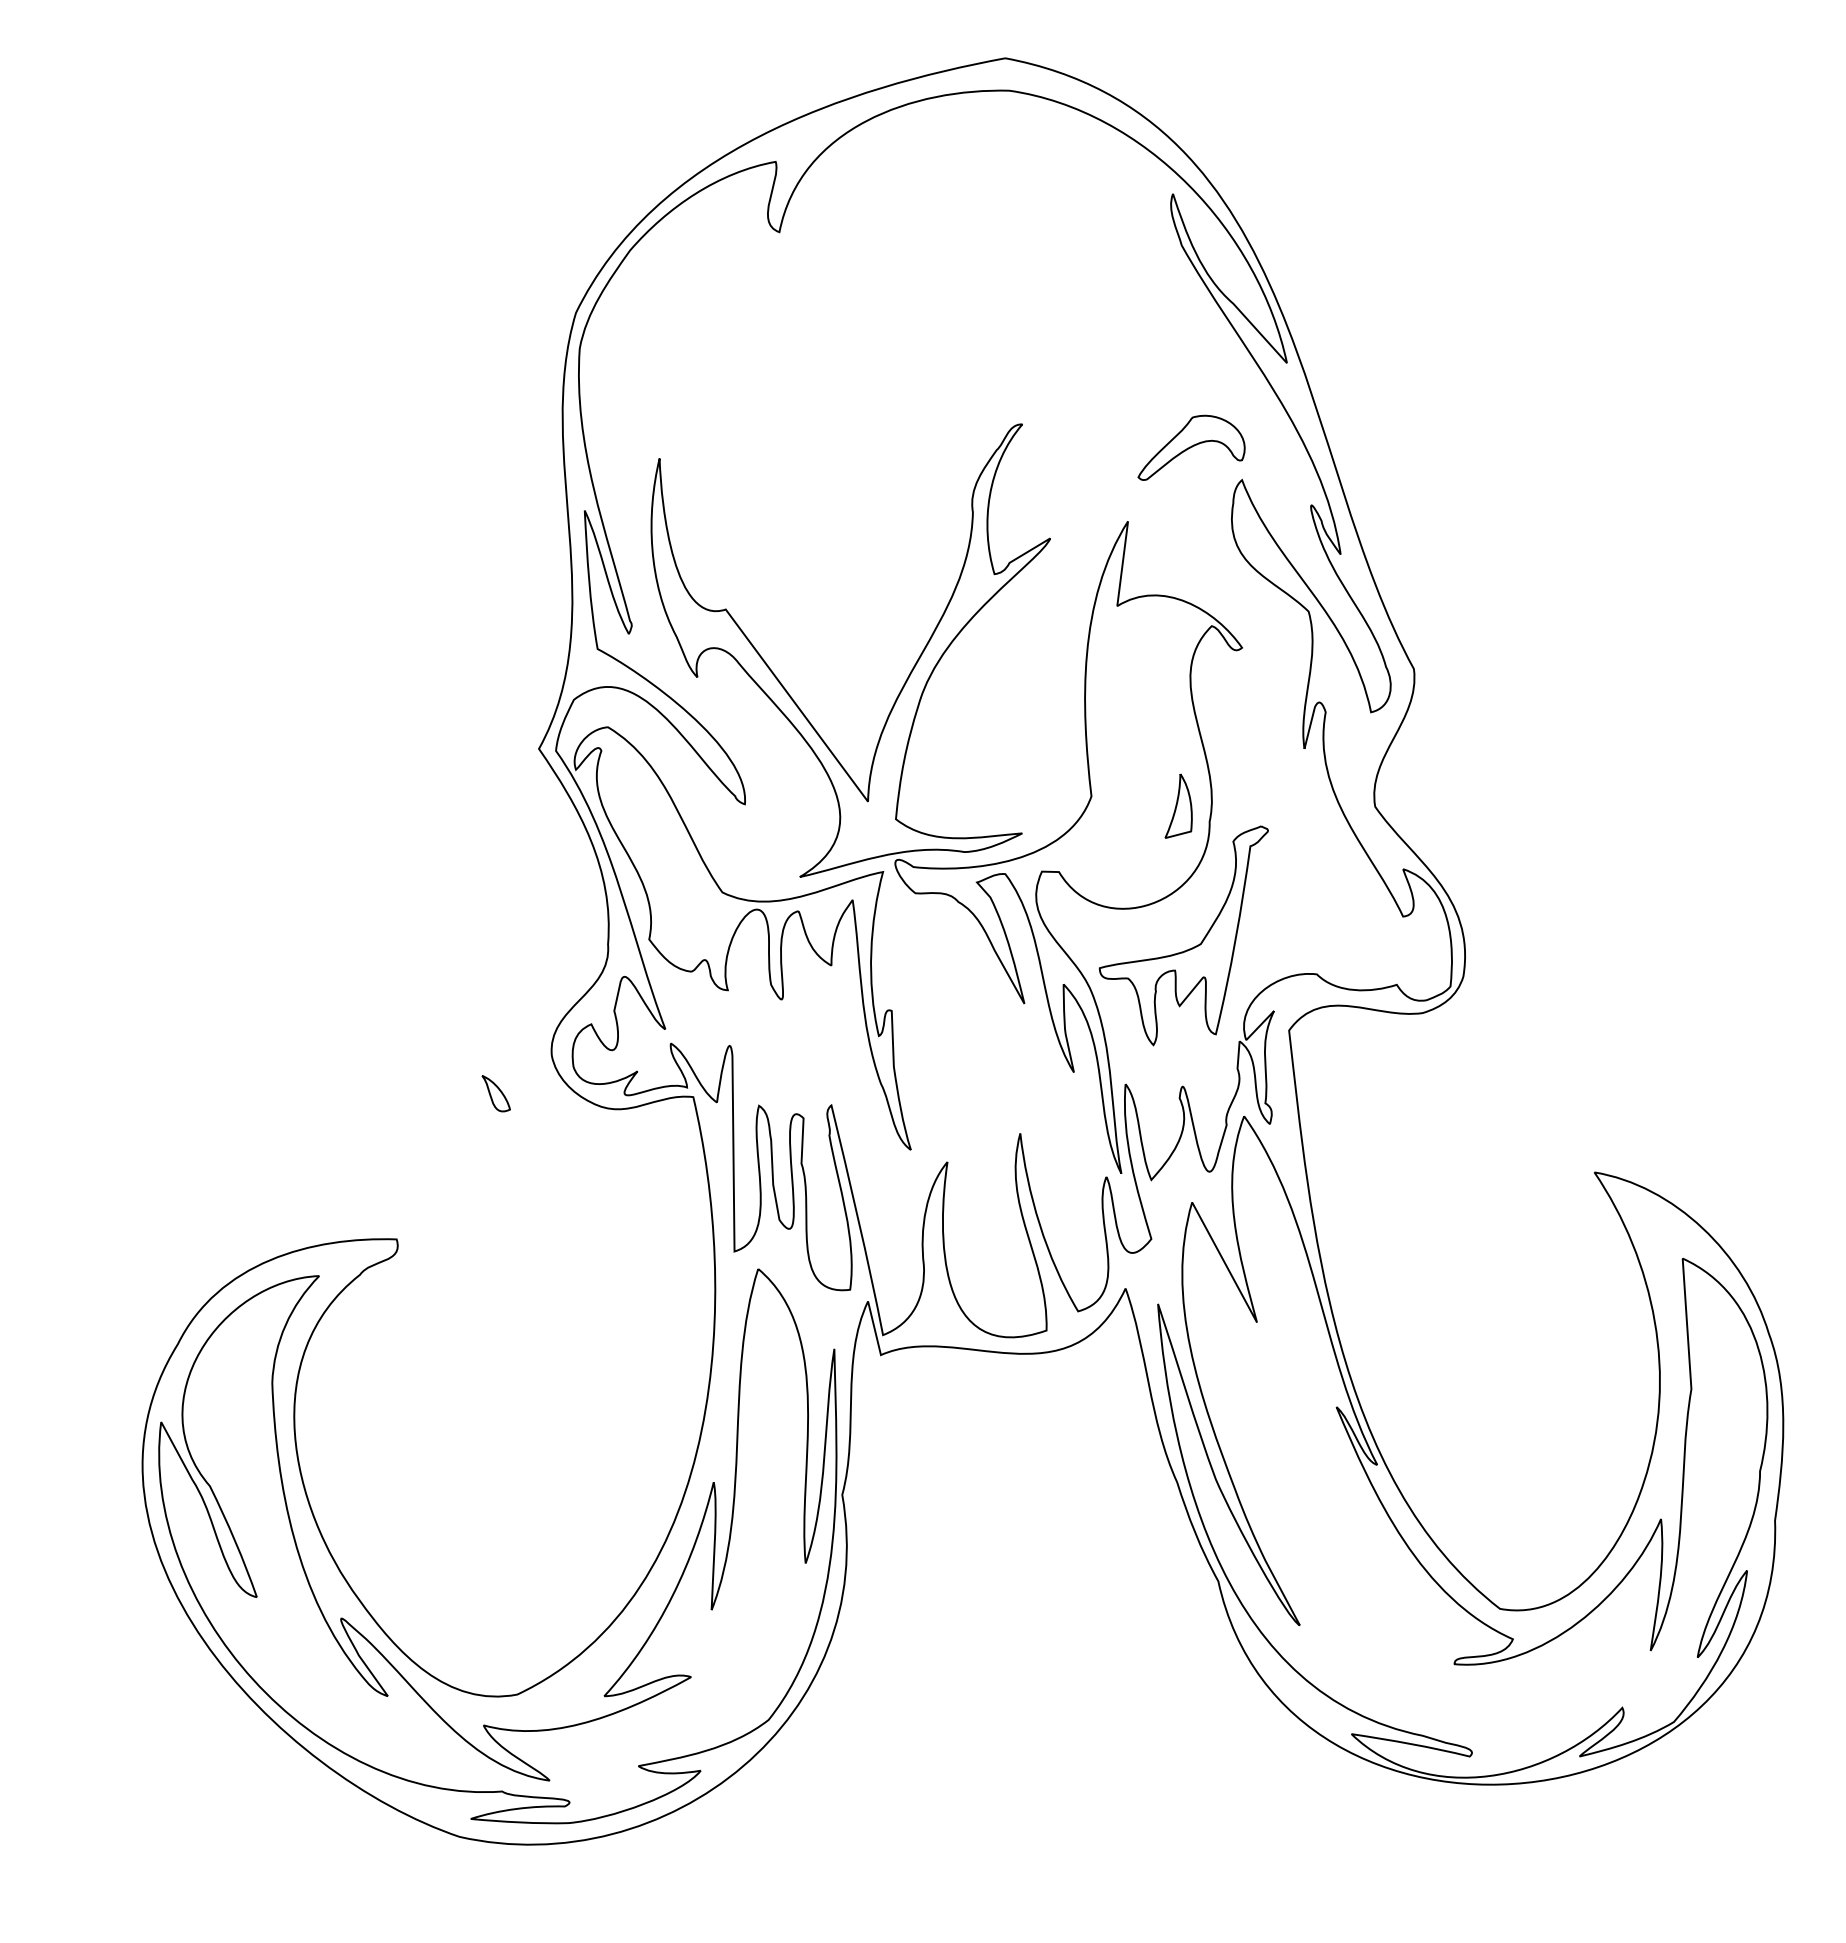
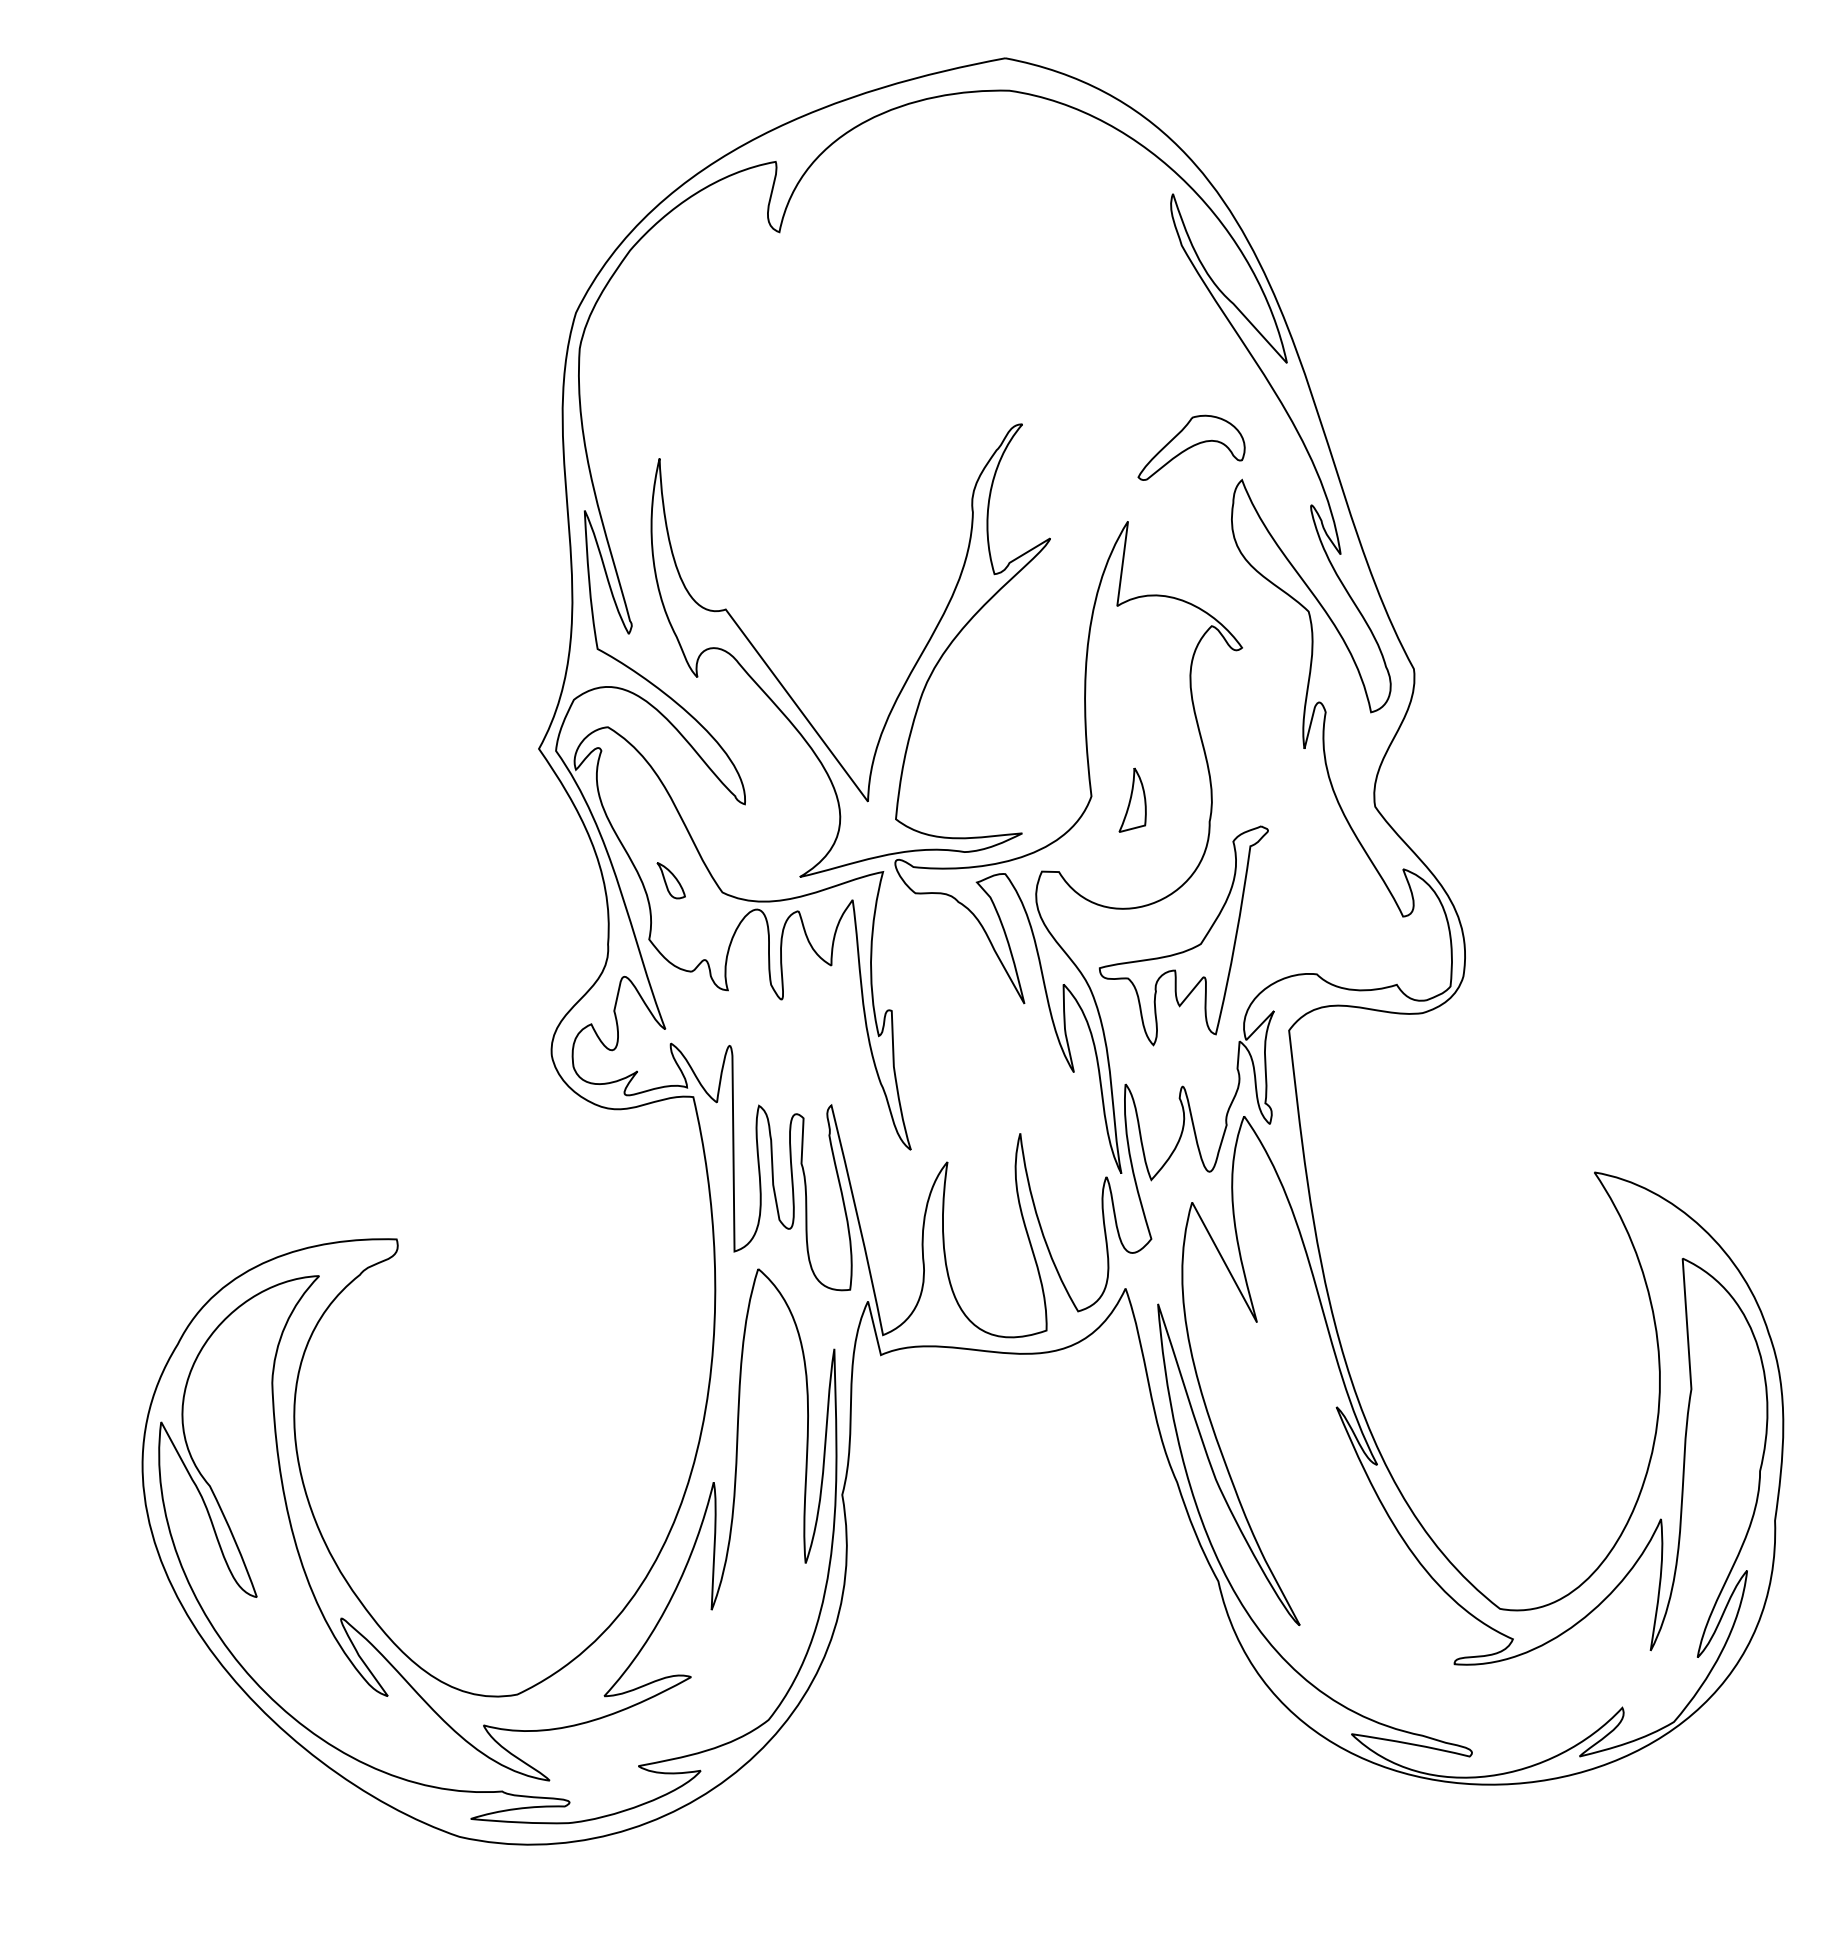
part at (1178, 805) position: (1178, 805) -> (1132, 799)
part at (495, 1093) position: (495, 1093) -> (670, 880)
